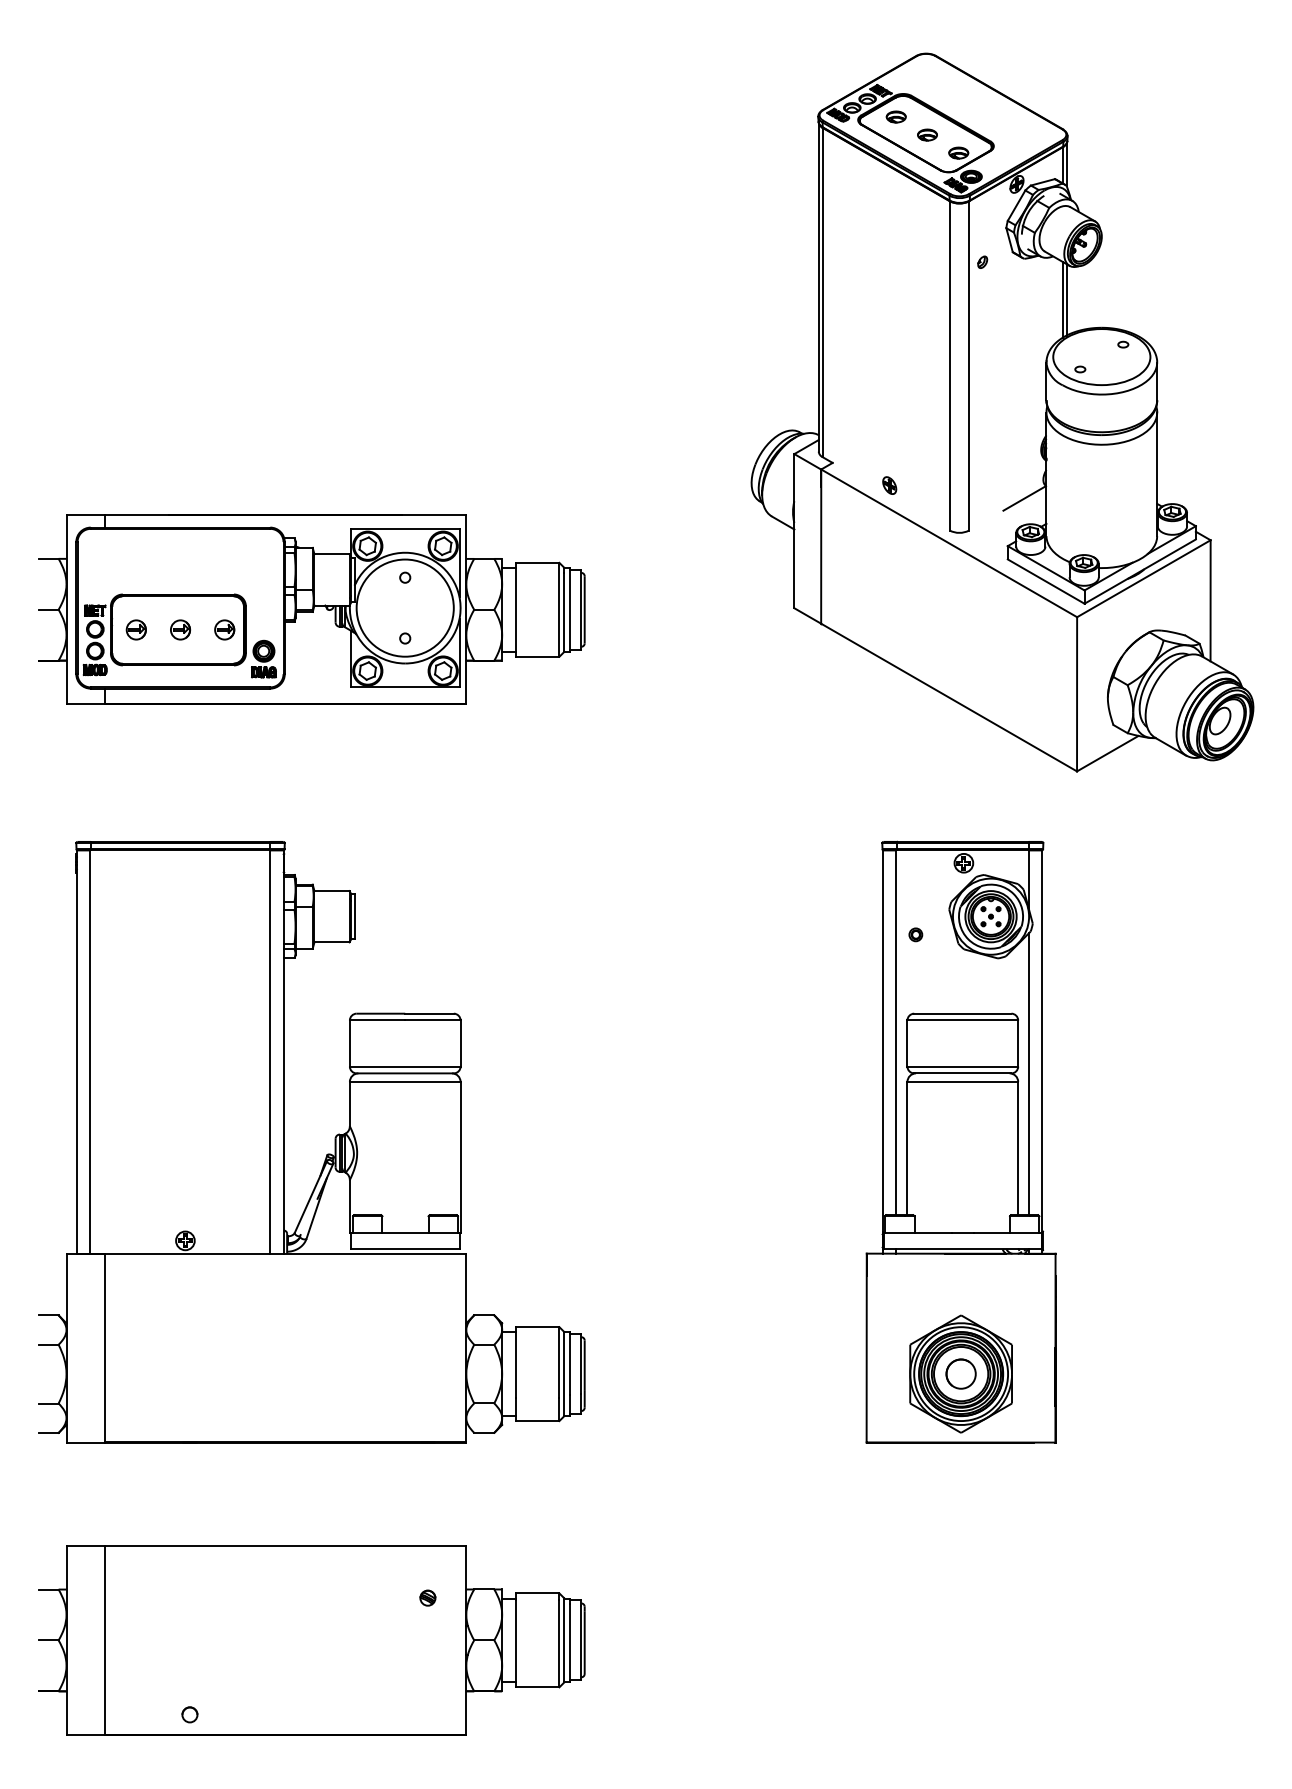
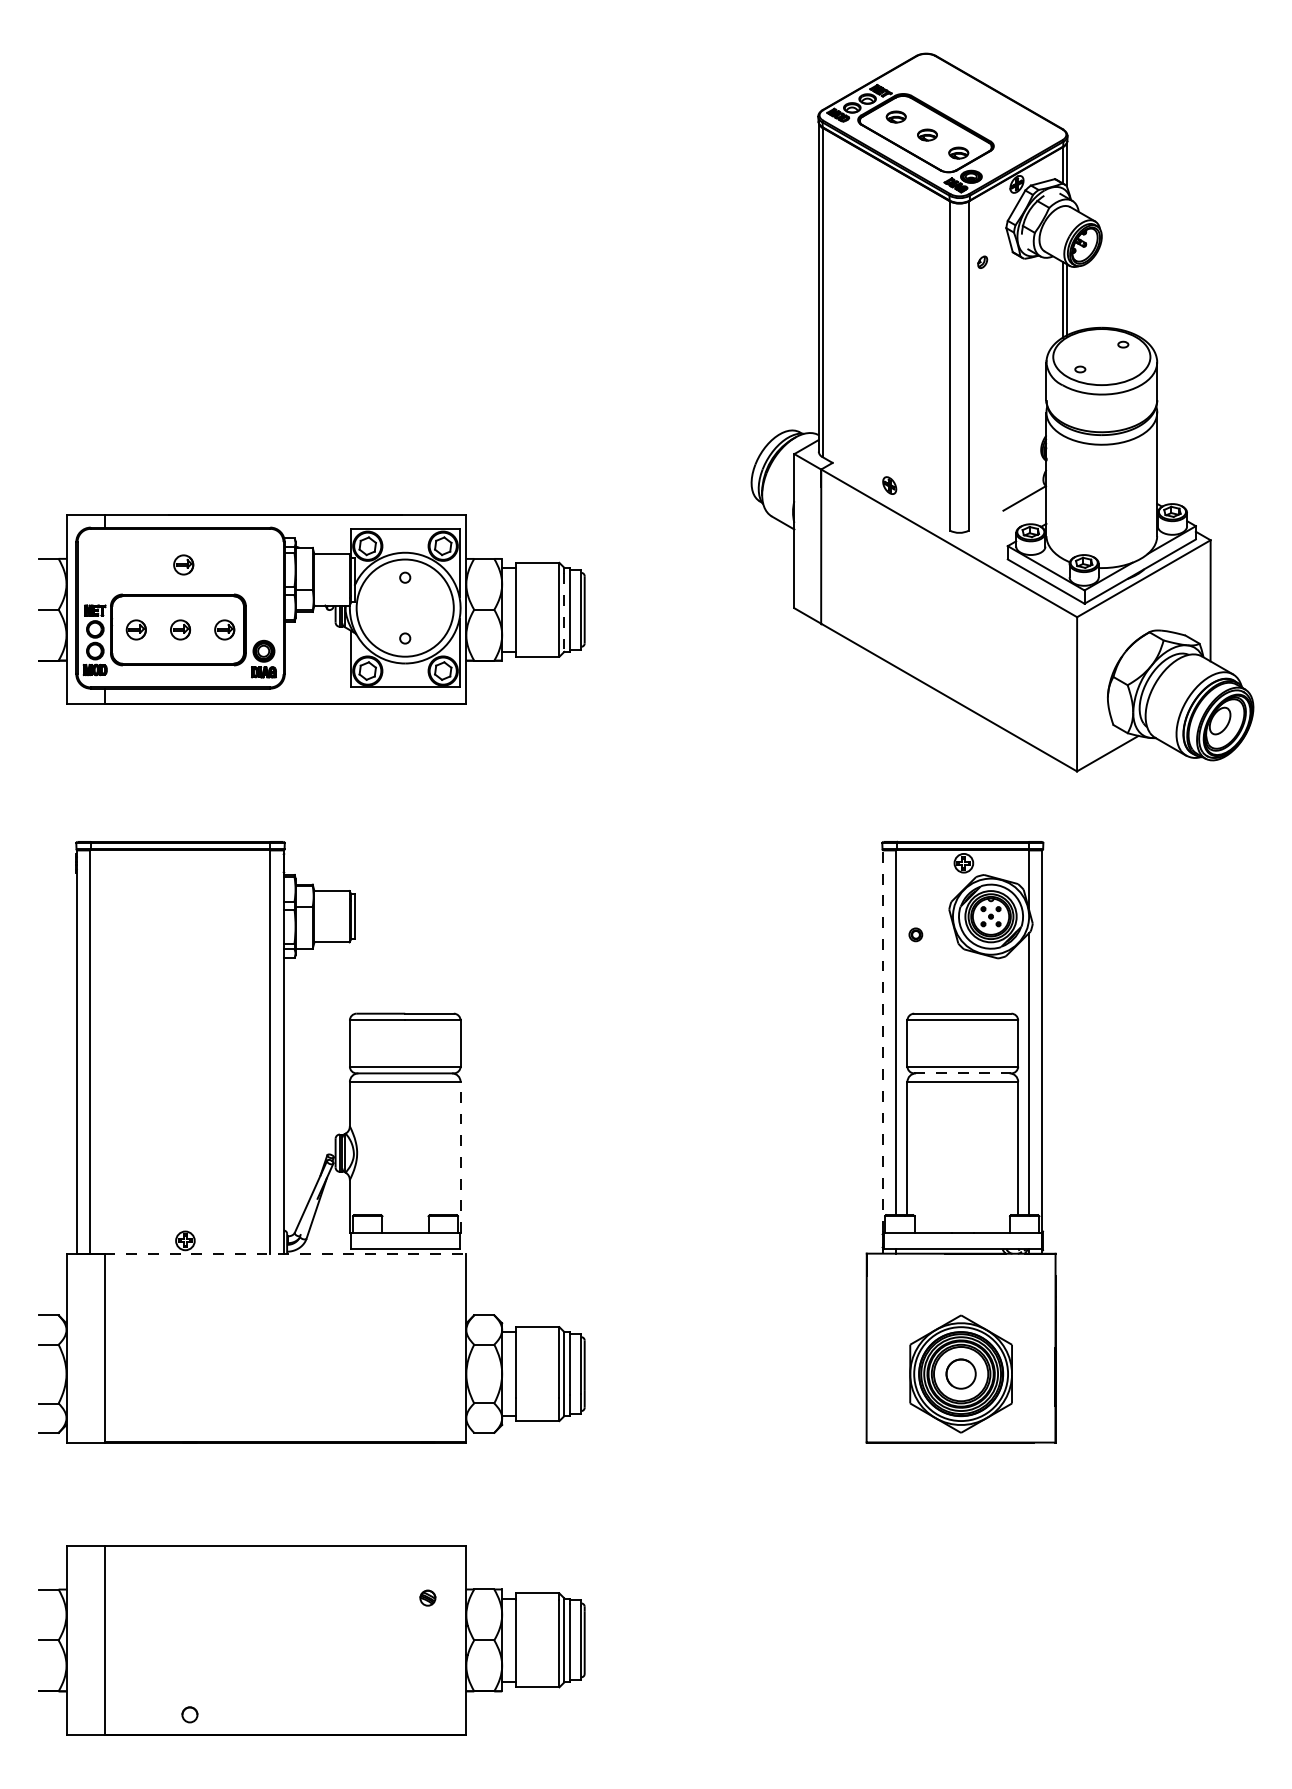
part at (183, 564): none -> present
line at (564, 613): solid -> dashed
line at (882, 1052): solid -> dashed
line at (962, 1073): solid -> dashed
line at (460, 1157): solid -> dashed
line at (285, 1253): solid -> dashed
